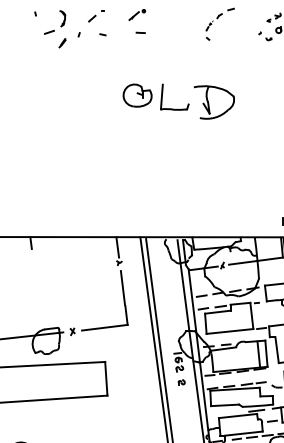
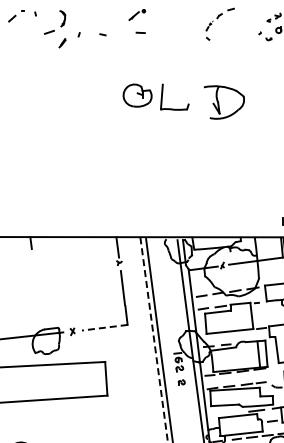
part at (96, 16) position: (96, 16) -> (16, 16)
part at (213, 102) position: (213, 102) -> (223, 102)
line at (104, 327): solid -> dashed
line at (154, 340): solid -> dashed
